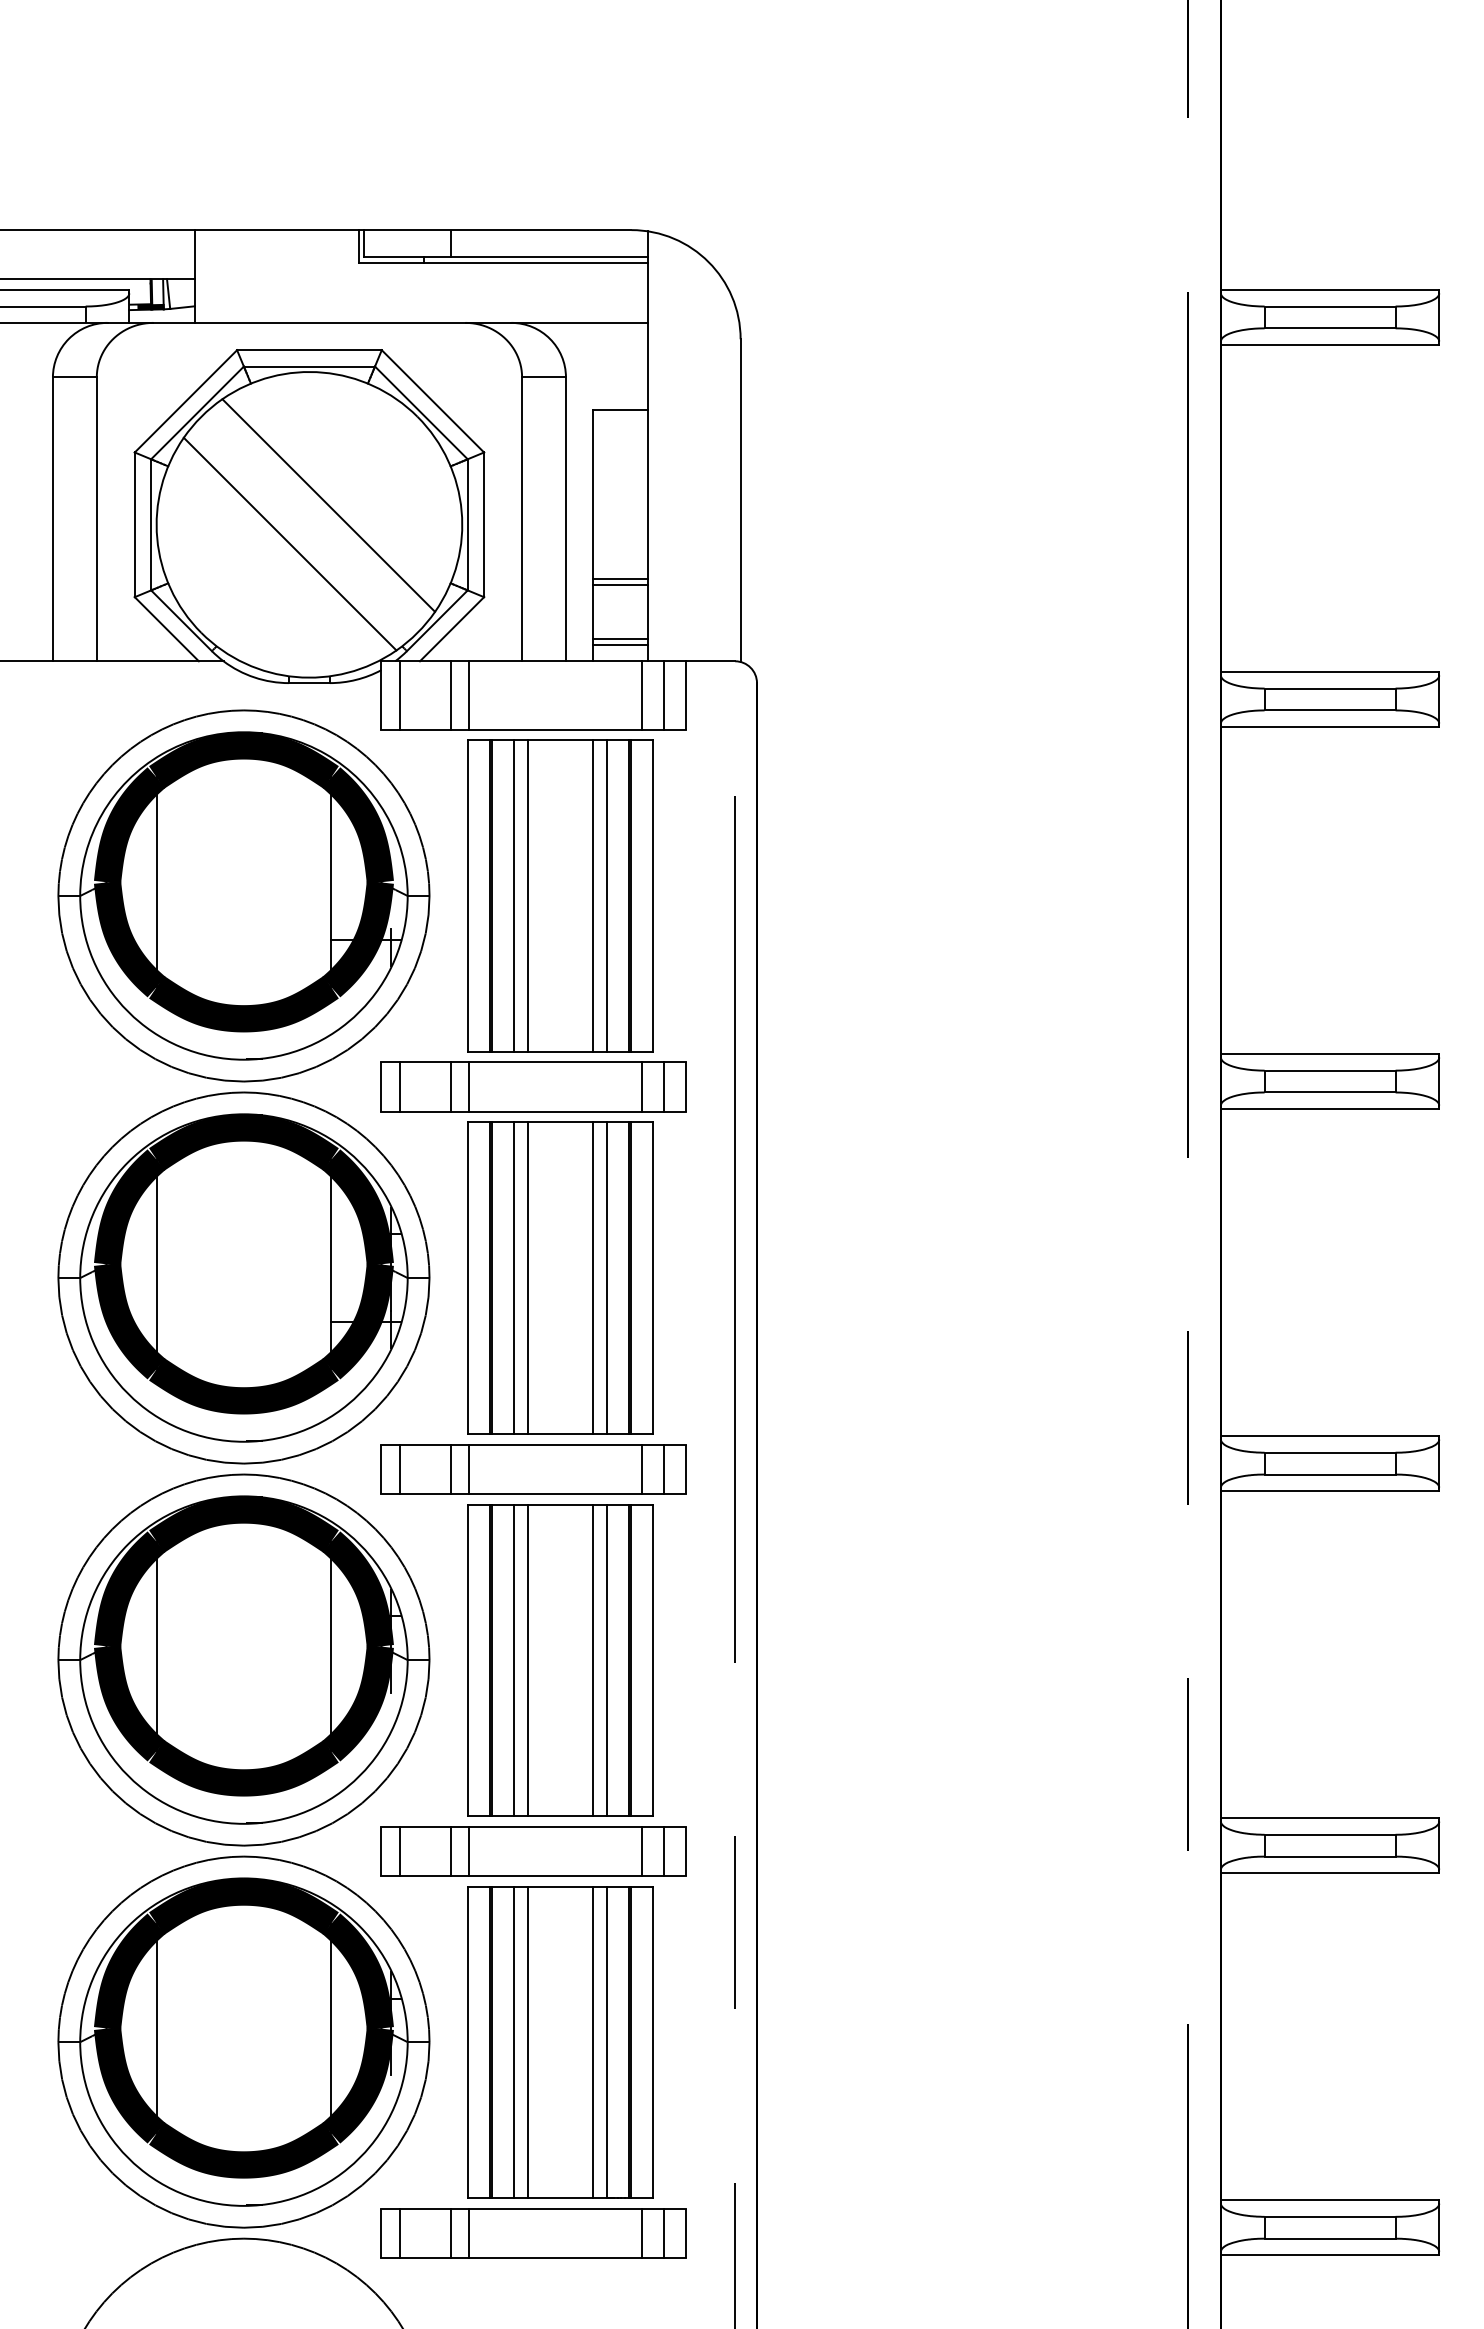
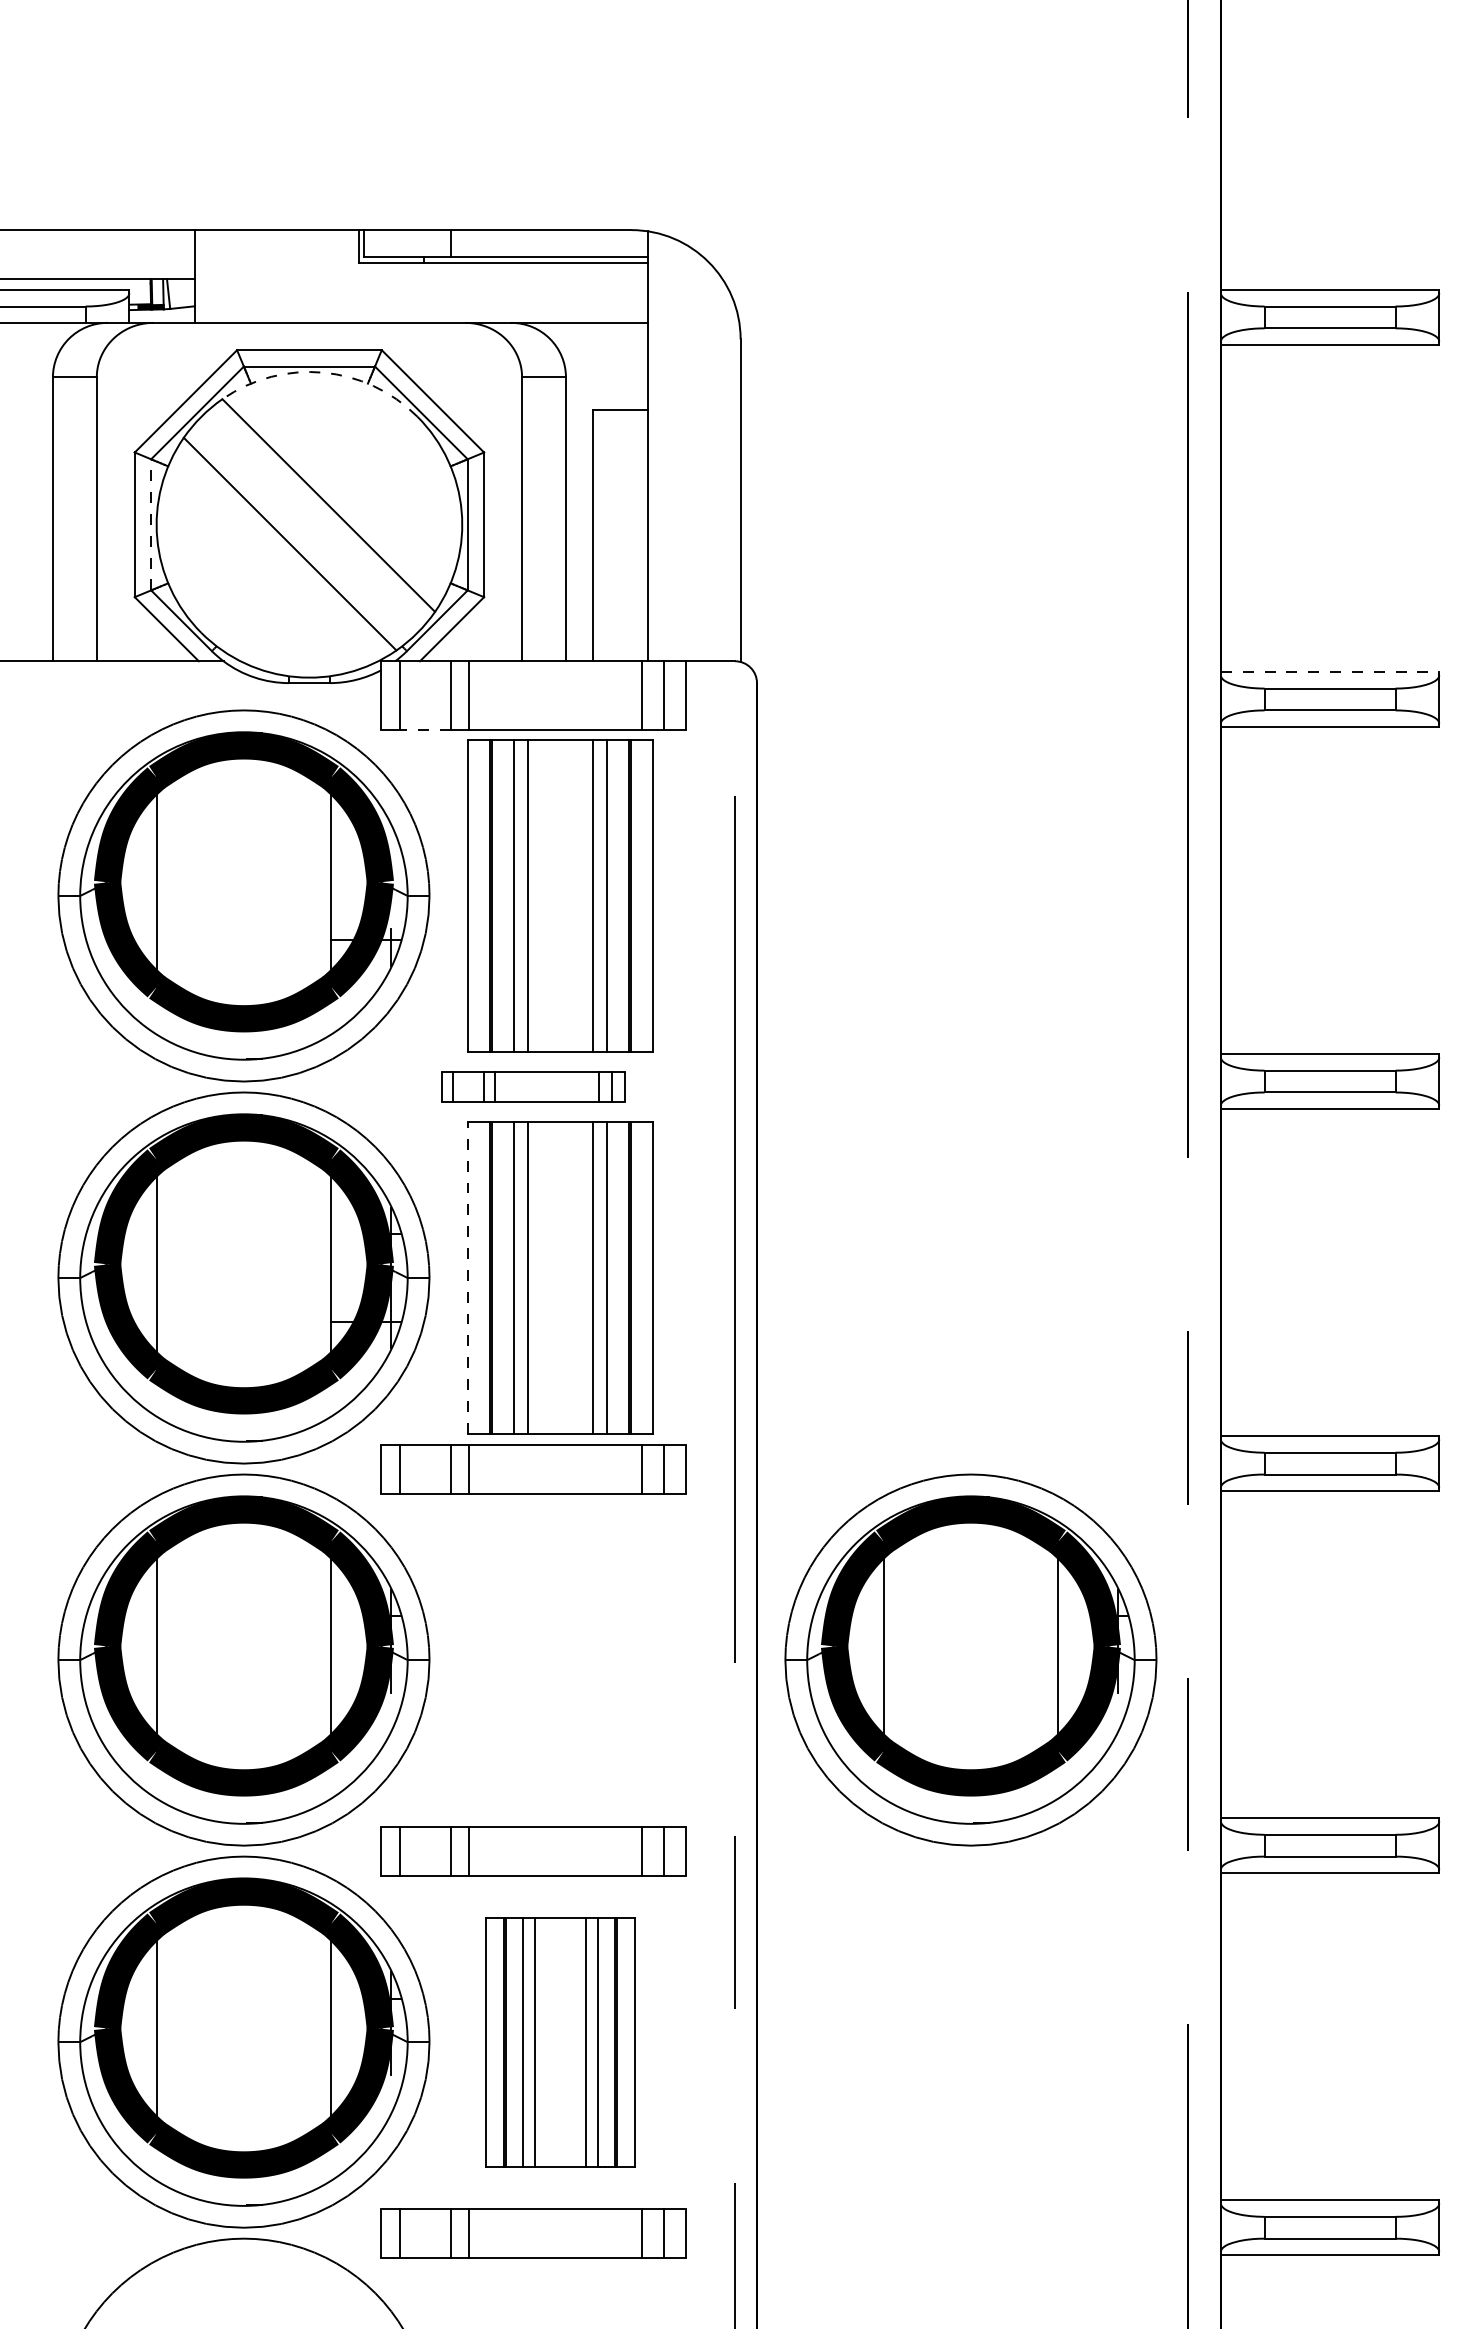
arc at (323, 372): solid -> dashed
line at (151, 524): solid -> dashed
line at (620, 579): present -> none
line at (620, 584): present -> none
line at (620, 639): present -> none
line at (620, 644): present -> none
line at (1330, 672): solid -> dashed
line at (424, 729): solid -> dashed
part at (533, 1086) size: 307x52 px -> 185x32 px
line at (467, 1278): solid -> dashed
part at (970, 1659): none -> present
part at (560, 1660): present -> none
part at (560, 2042) size: 187x313 px -> 151x251 px
